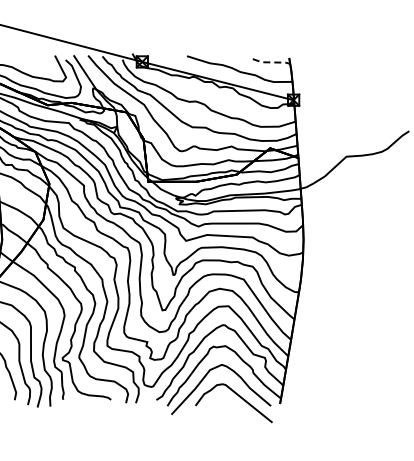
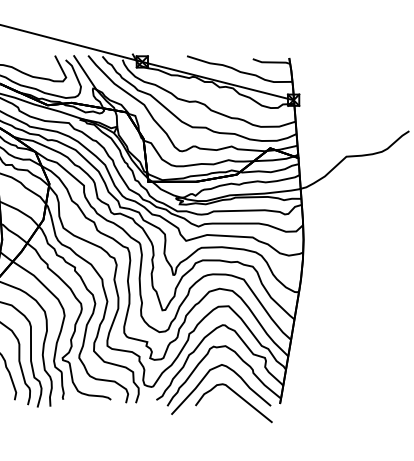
line at (271, 62): dashed -> solid
